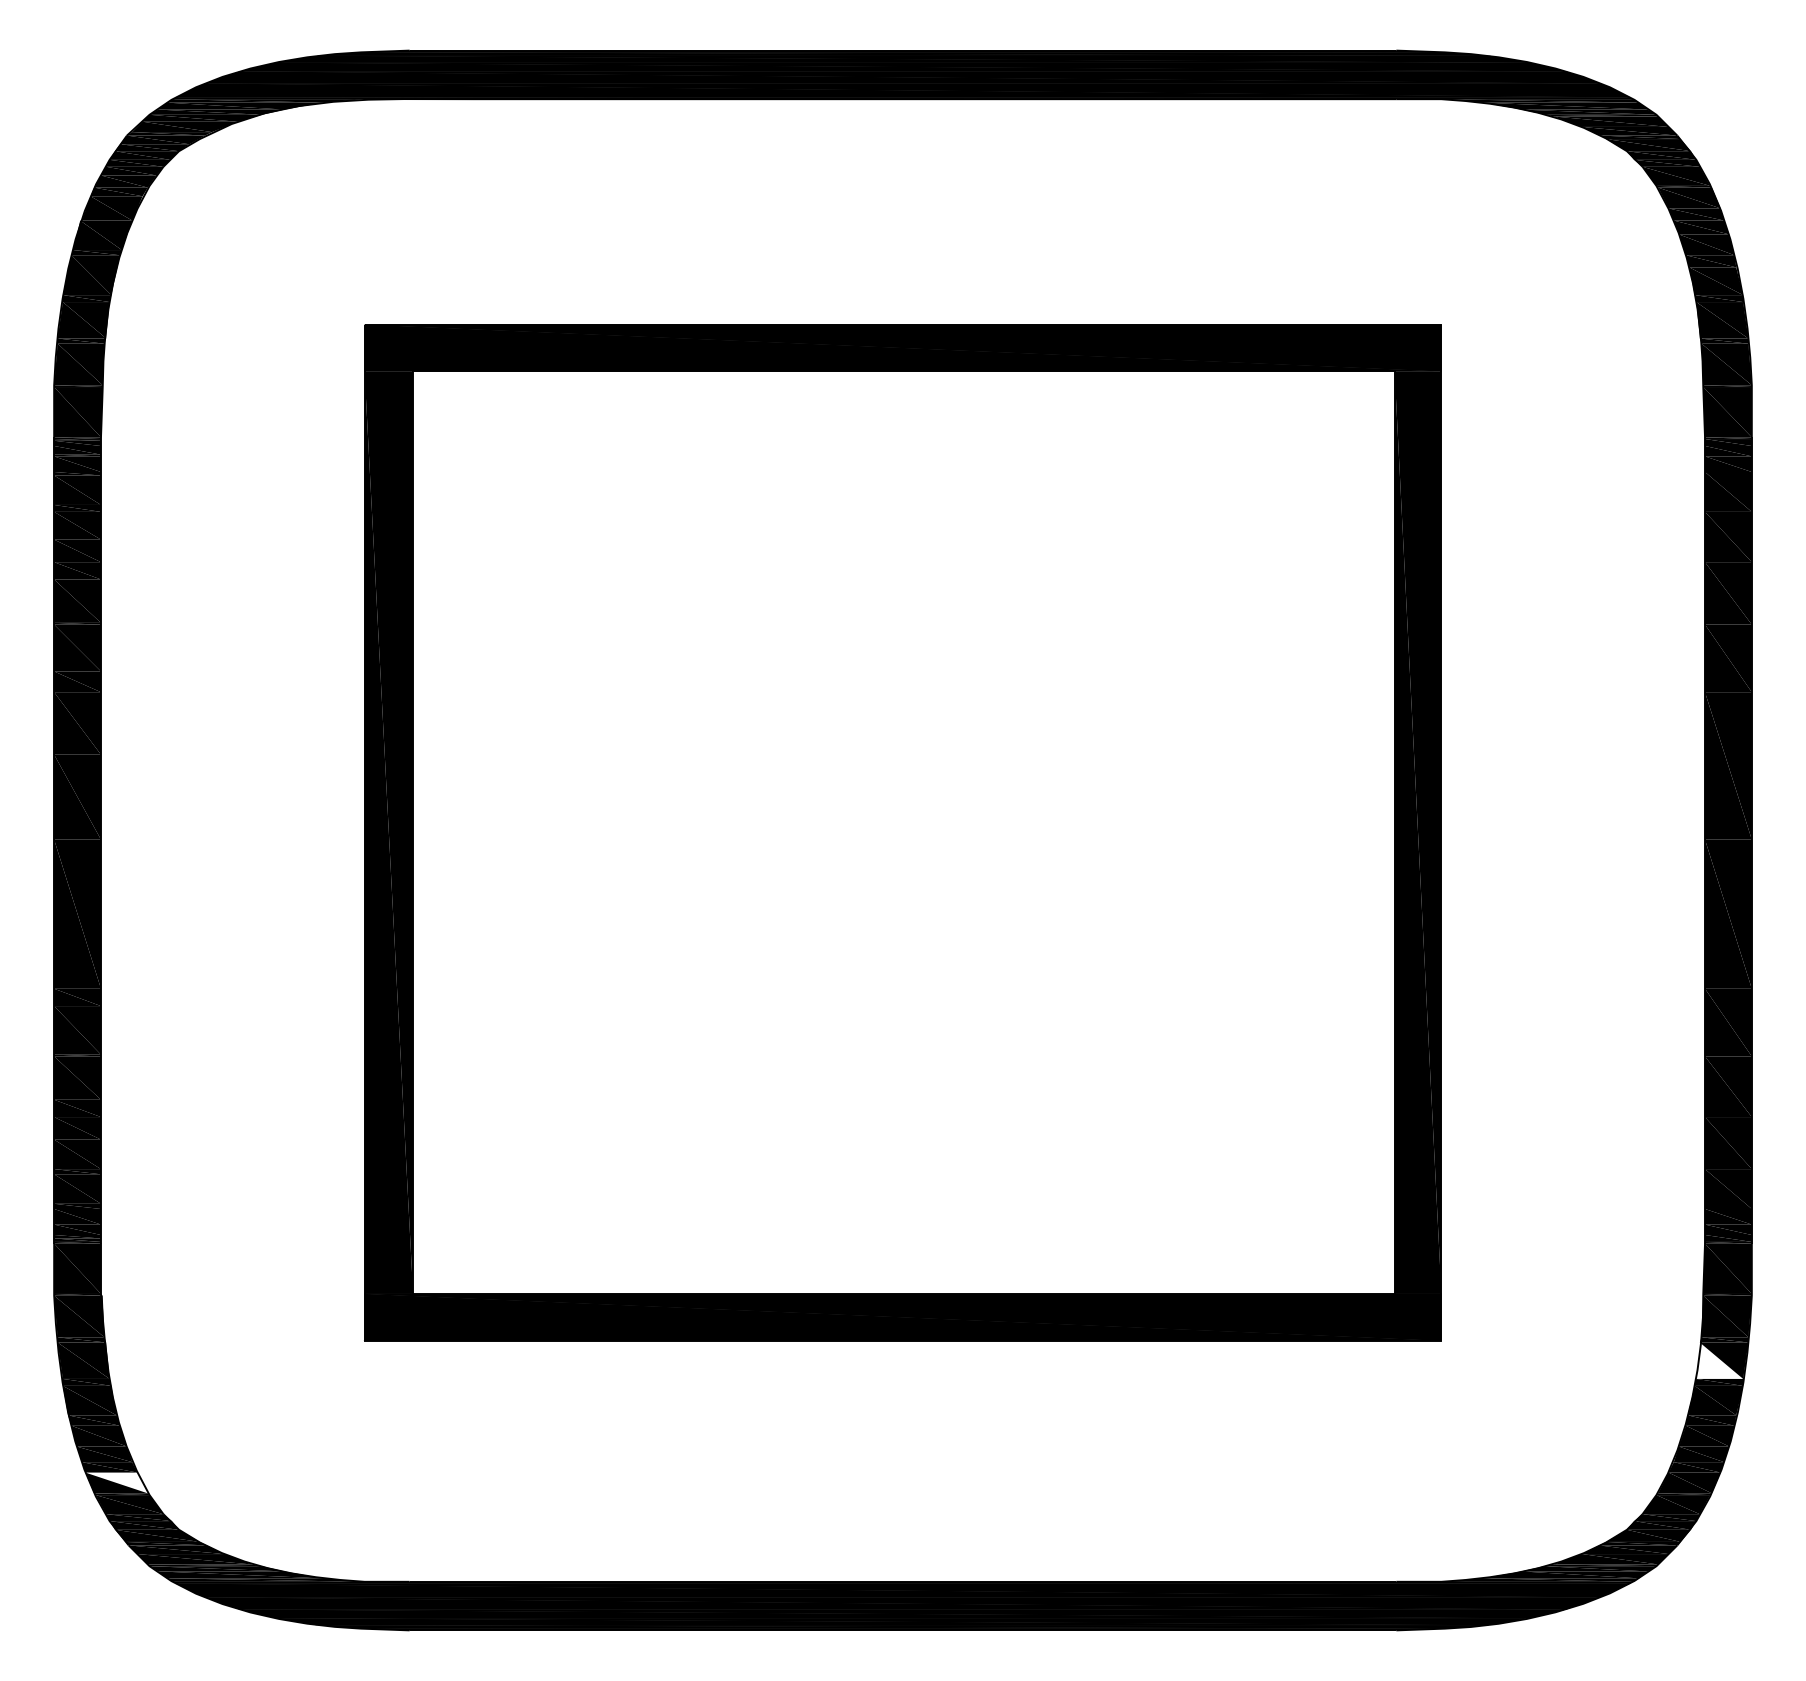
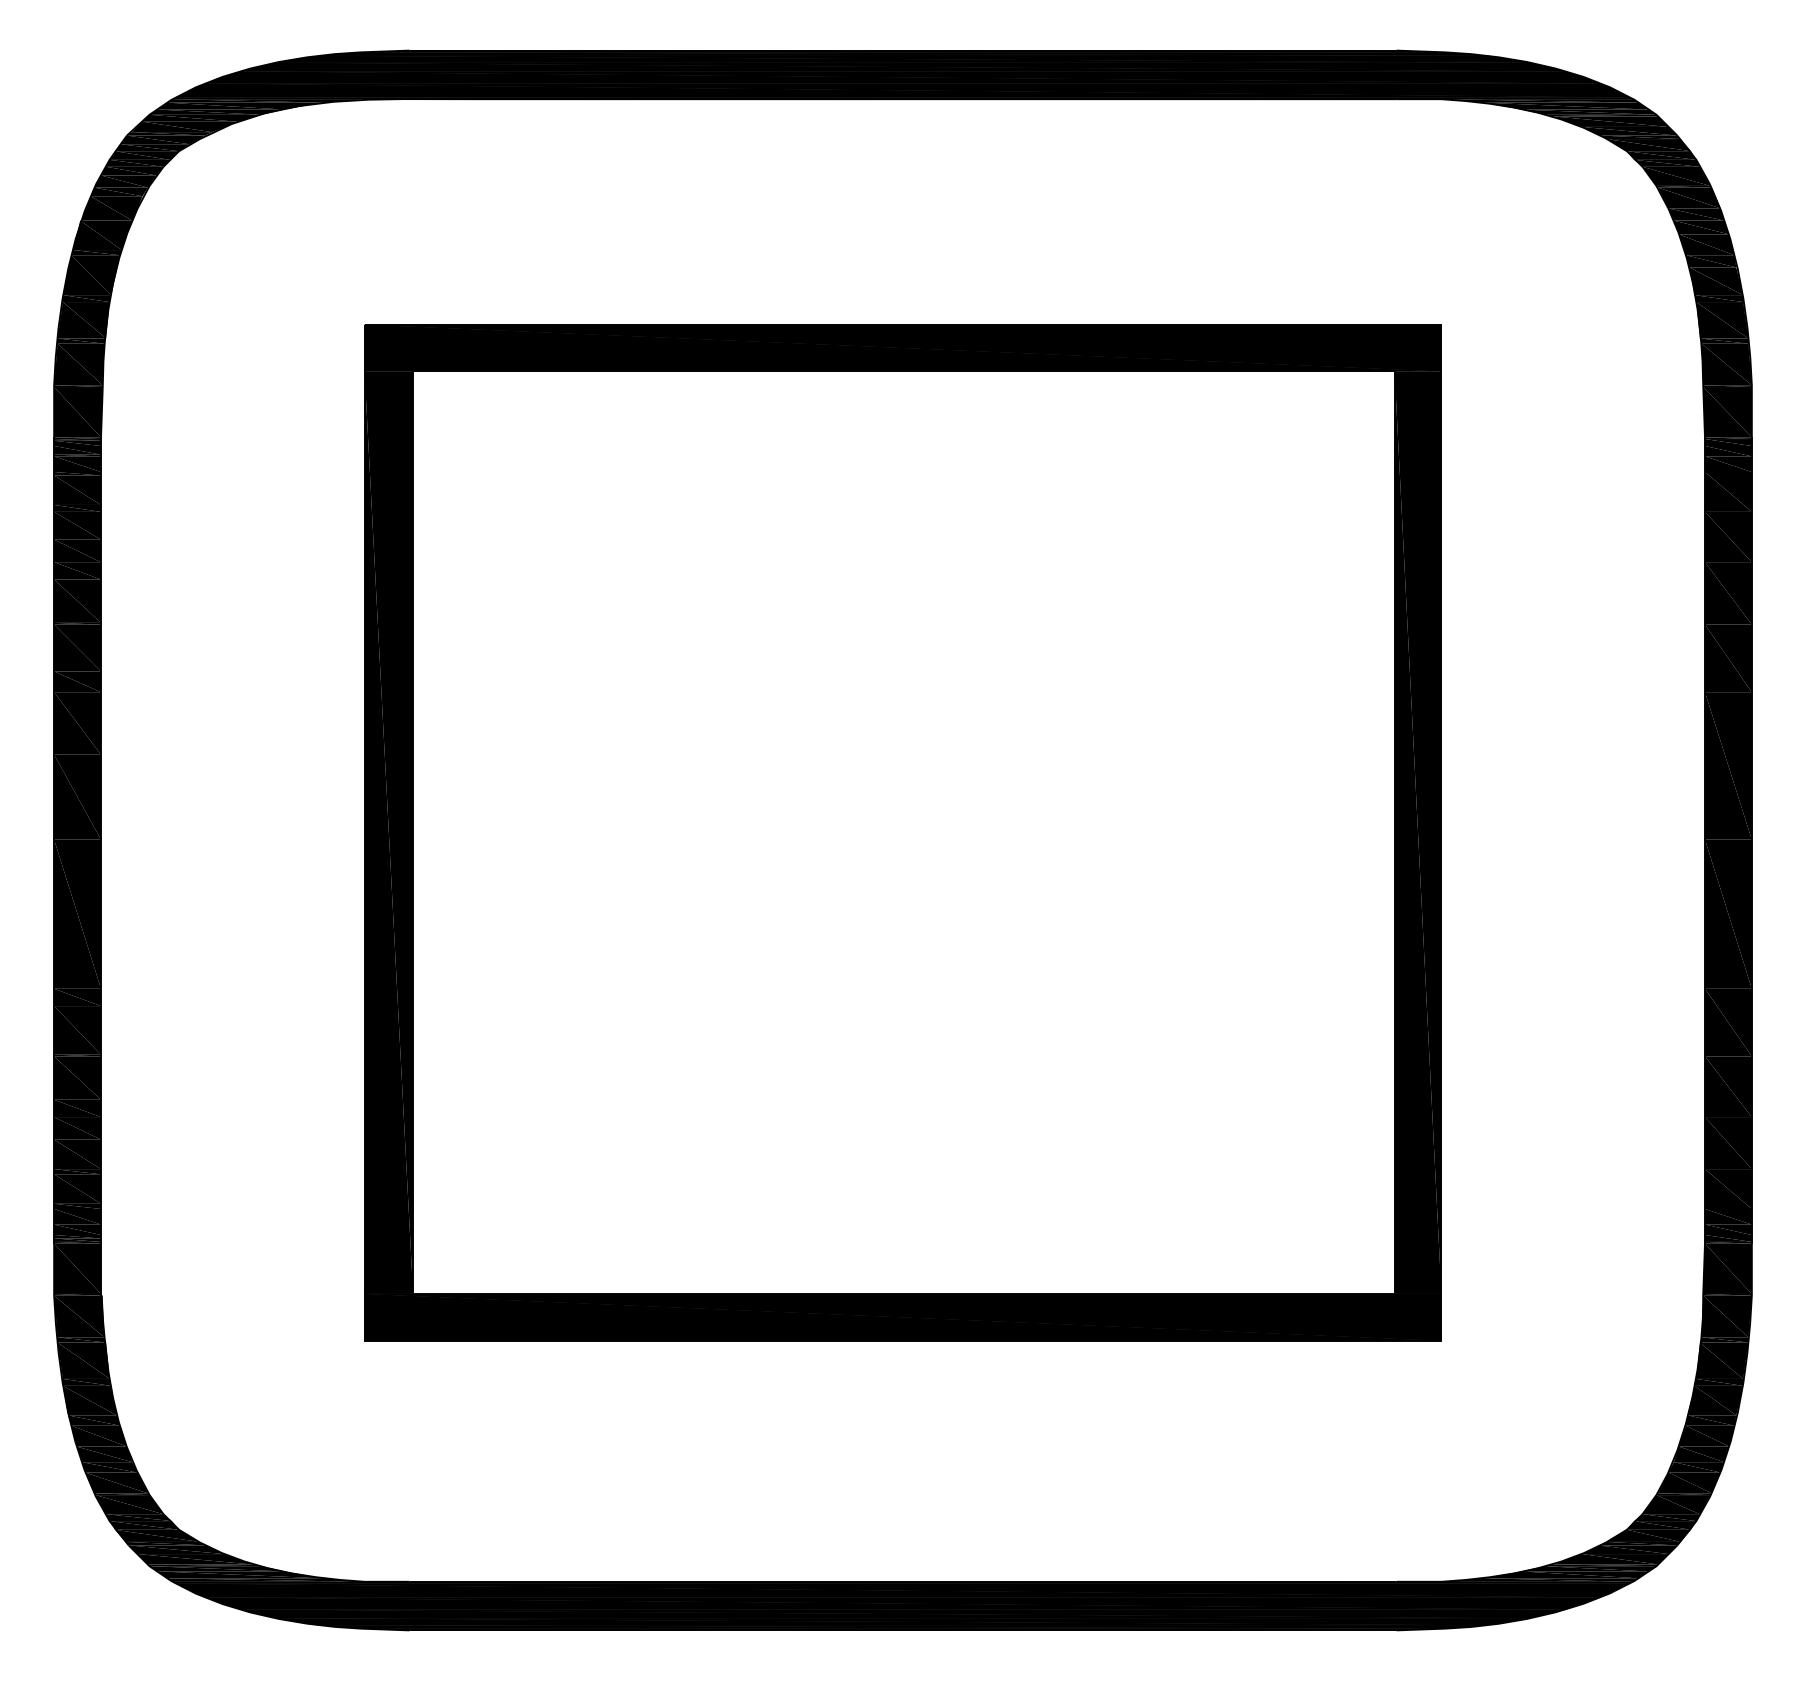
fill at (1719, 1360): none -> present
fill at (116, 1482): none -> present
